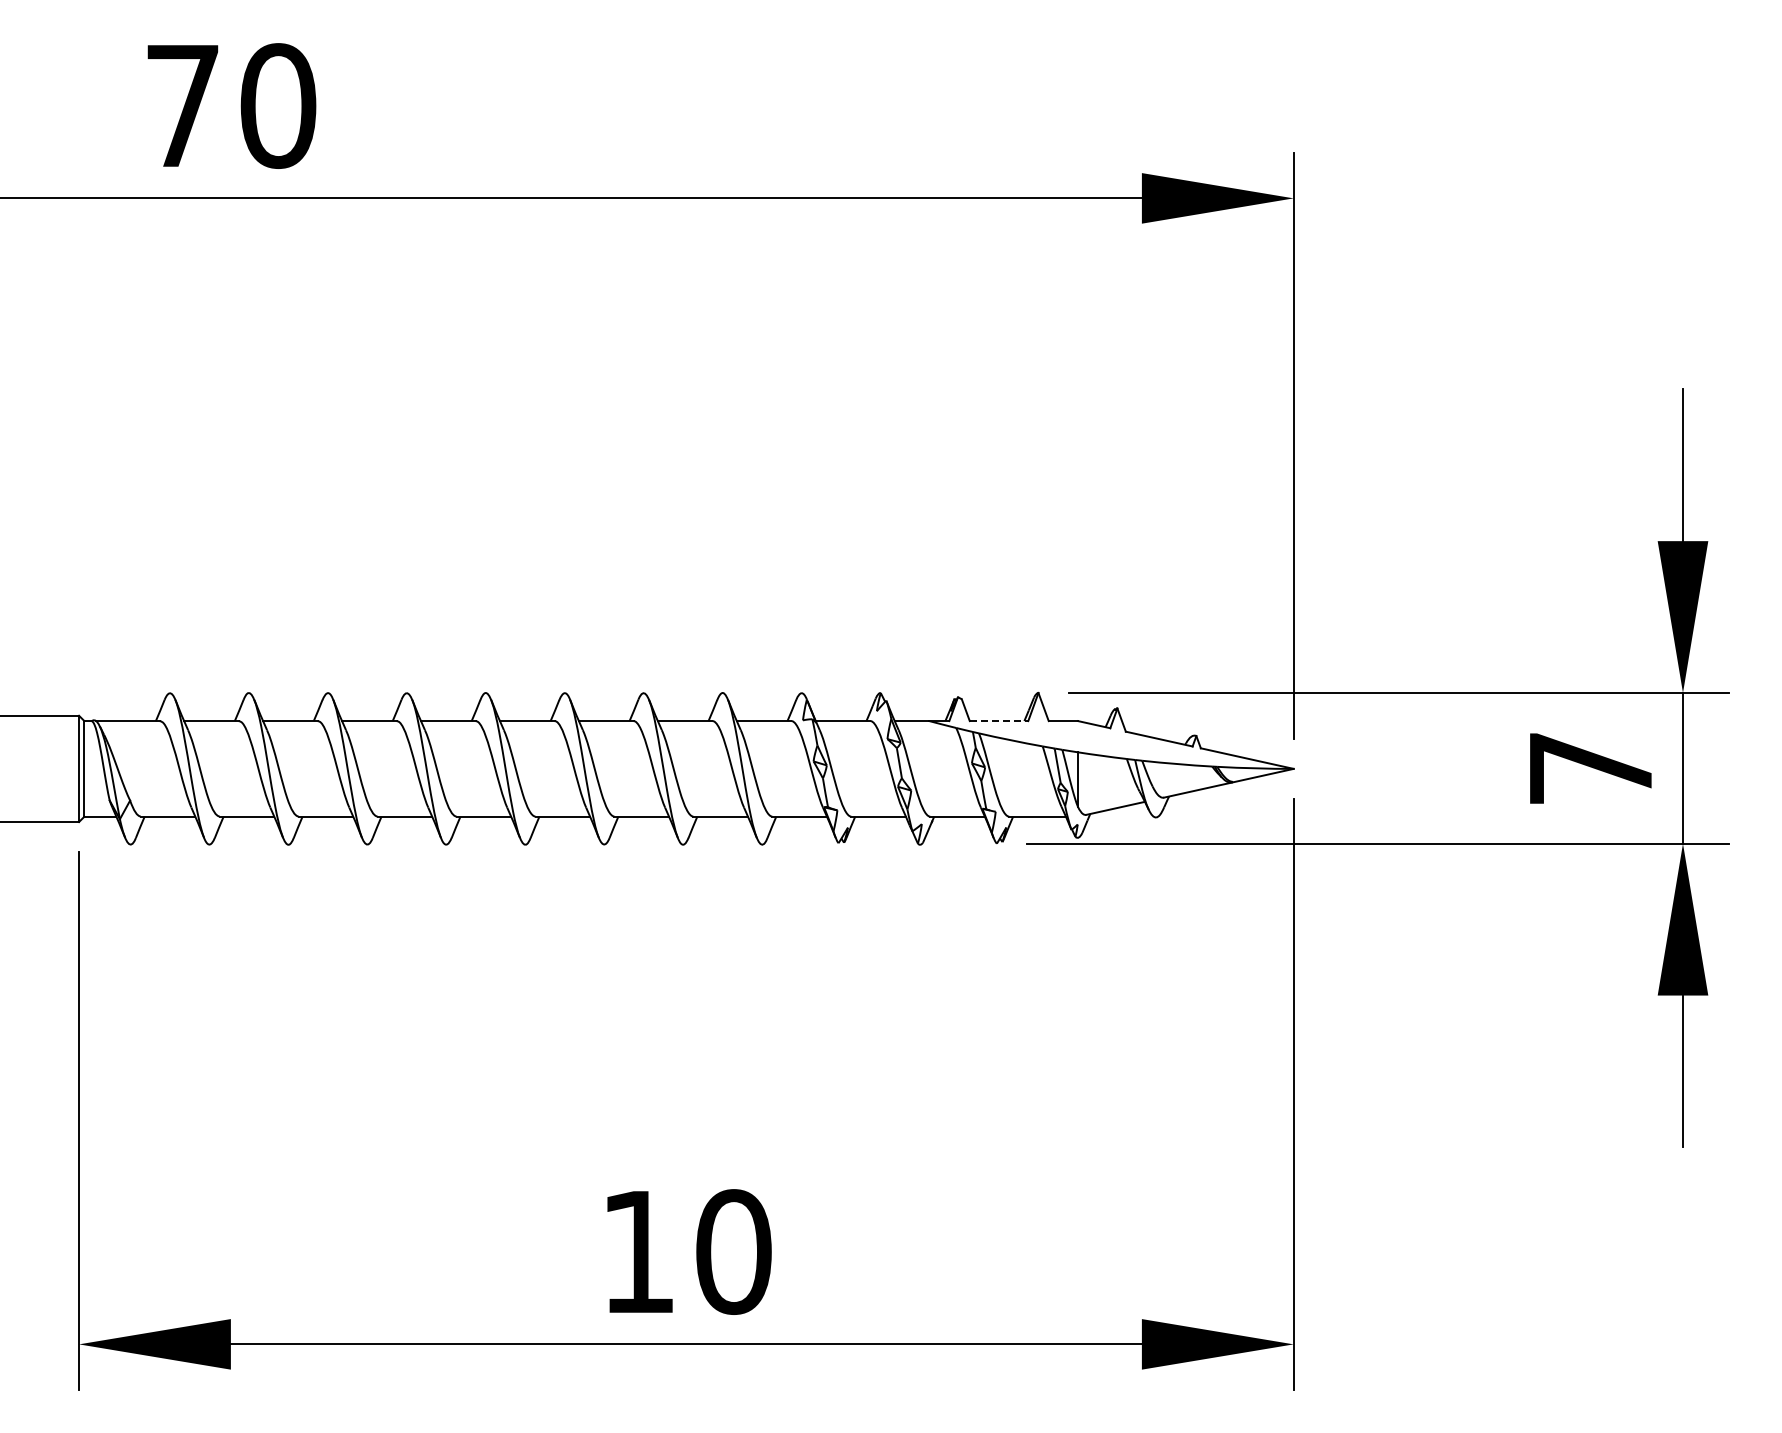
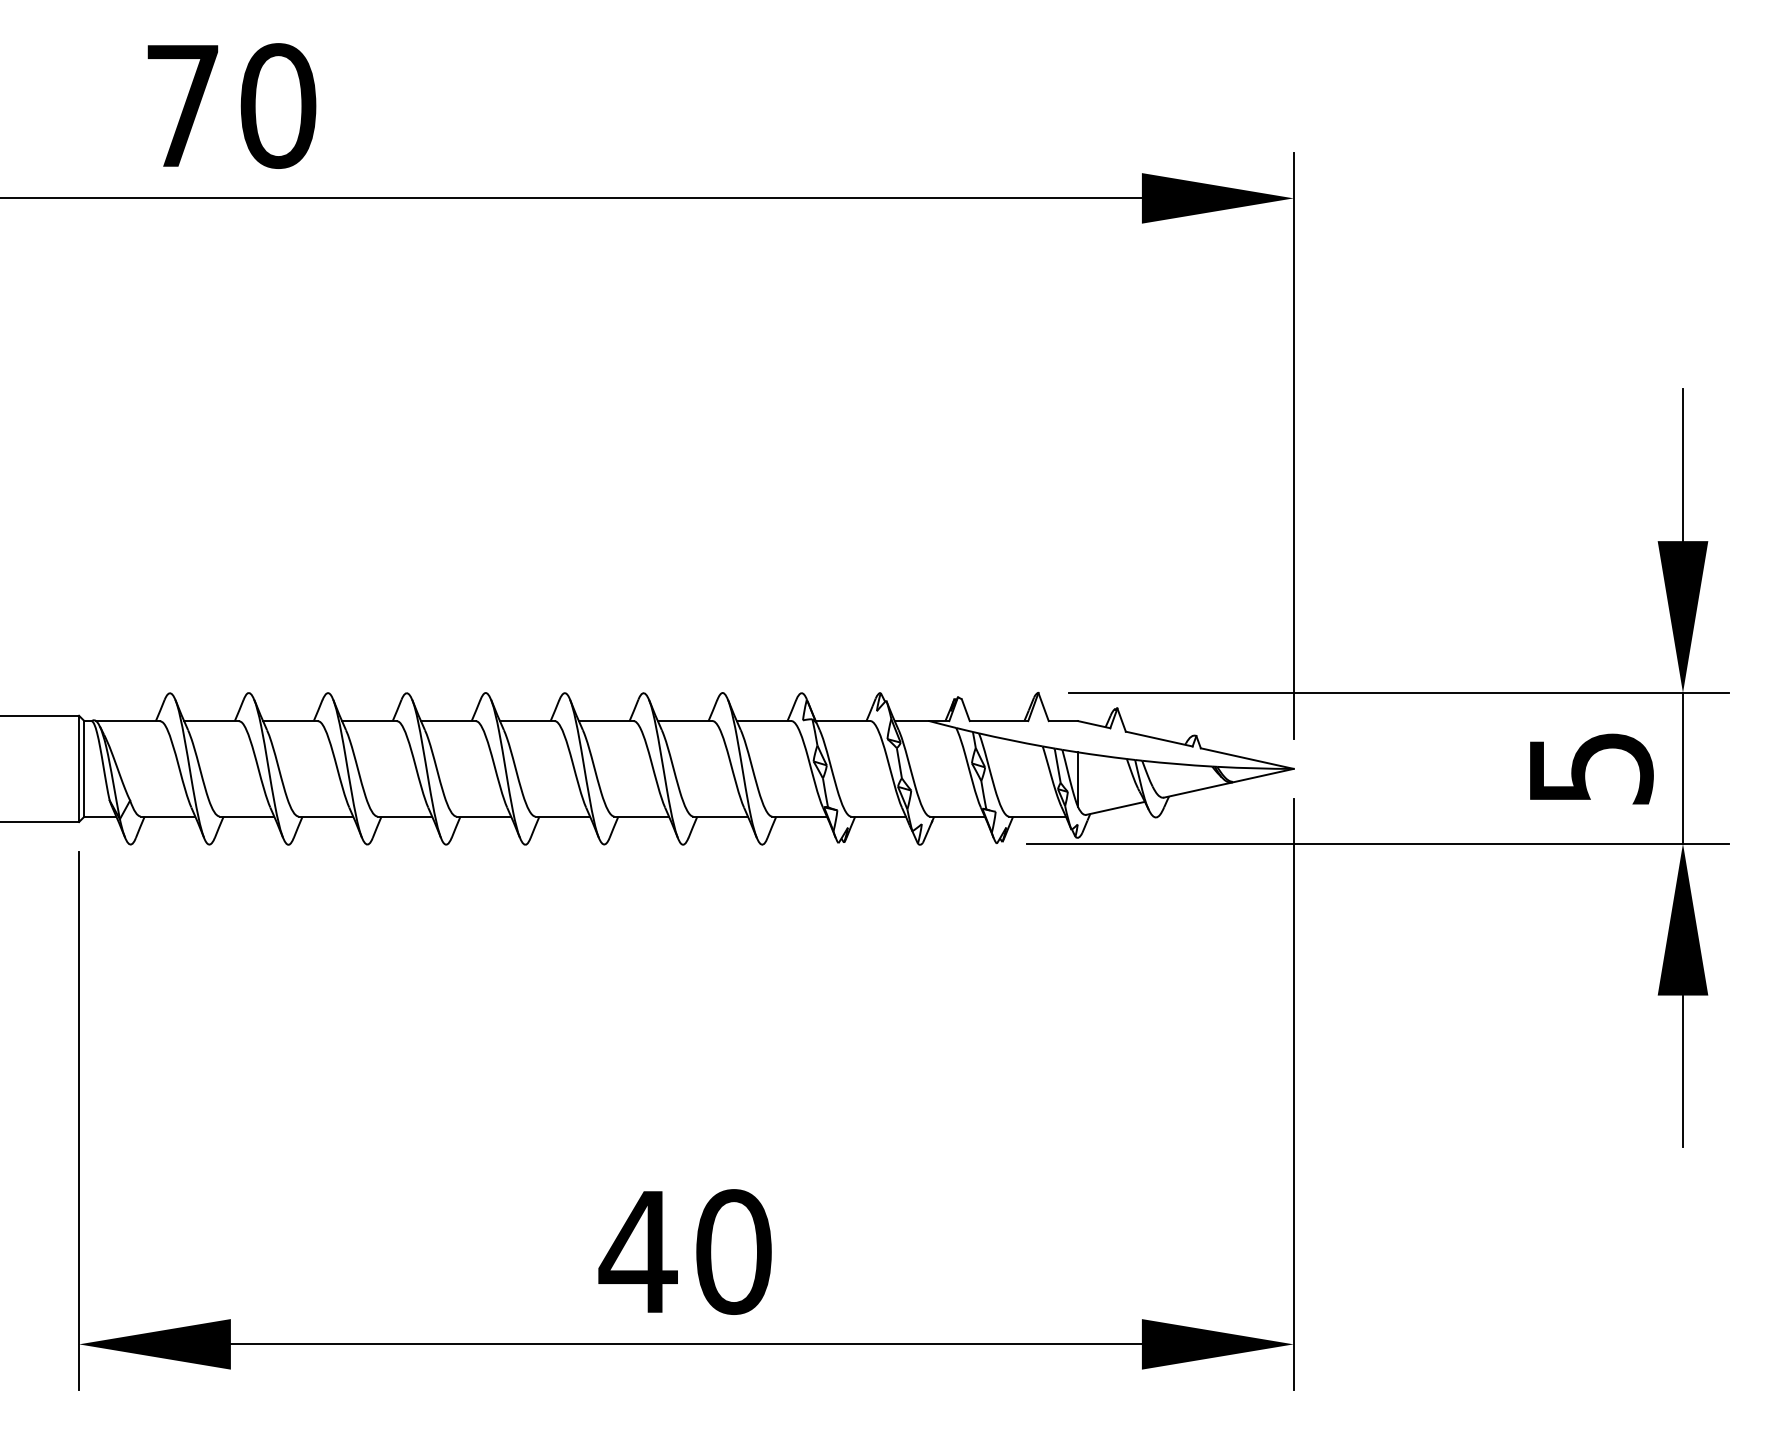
line at (999, 721): dashed -> solid
text at (1591, 768): 7 -> 5
text at (637, 1251): 10 -> 40
